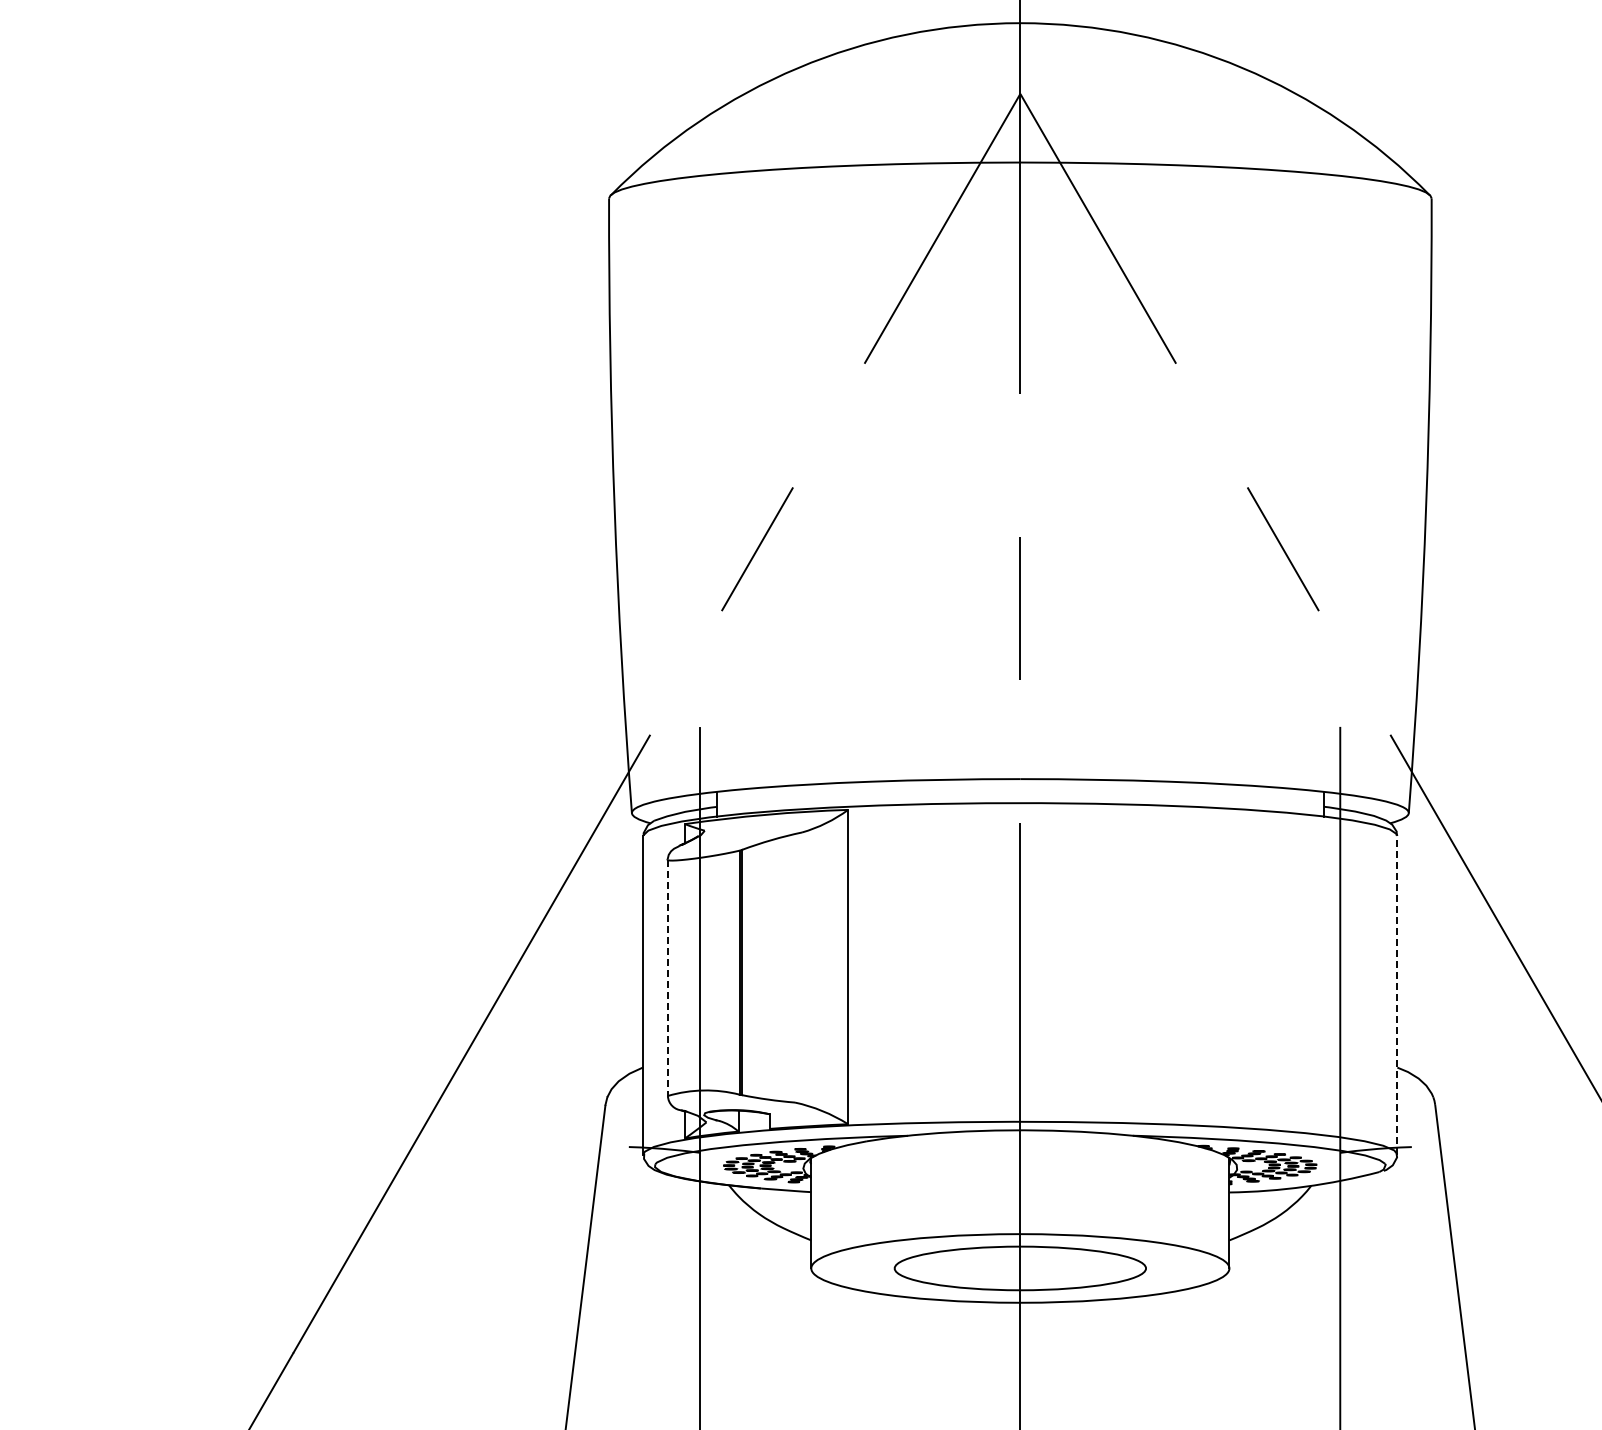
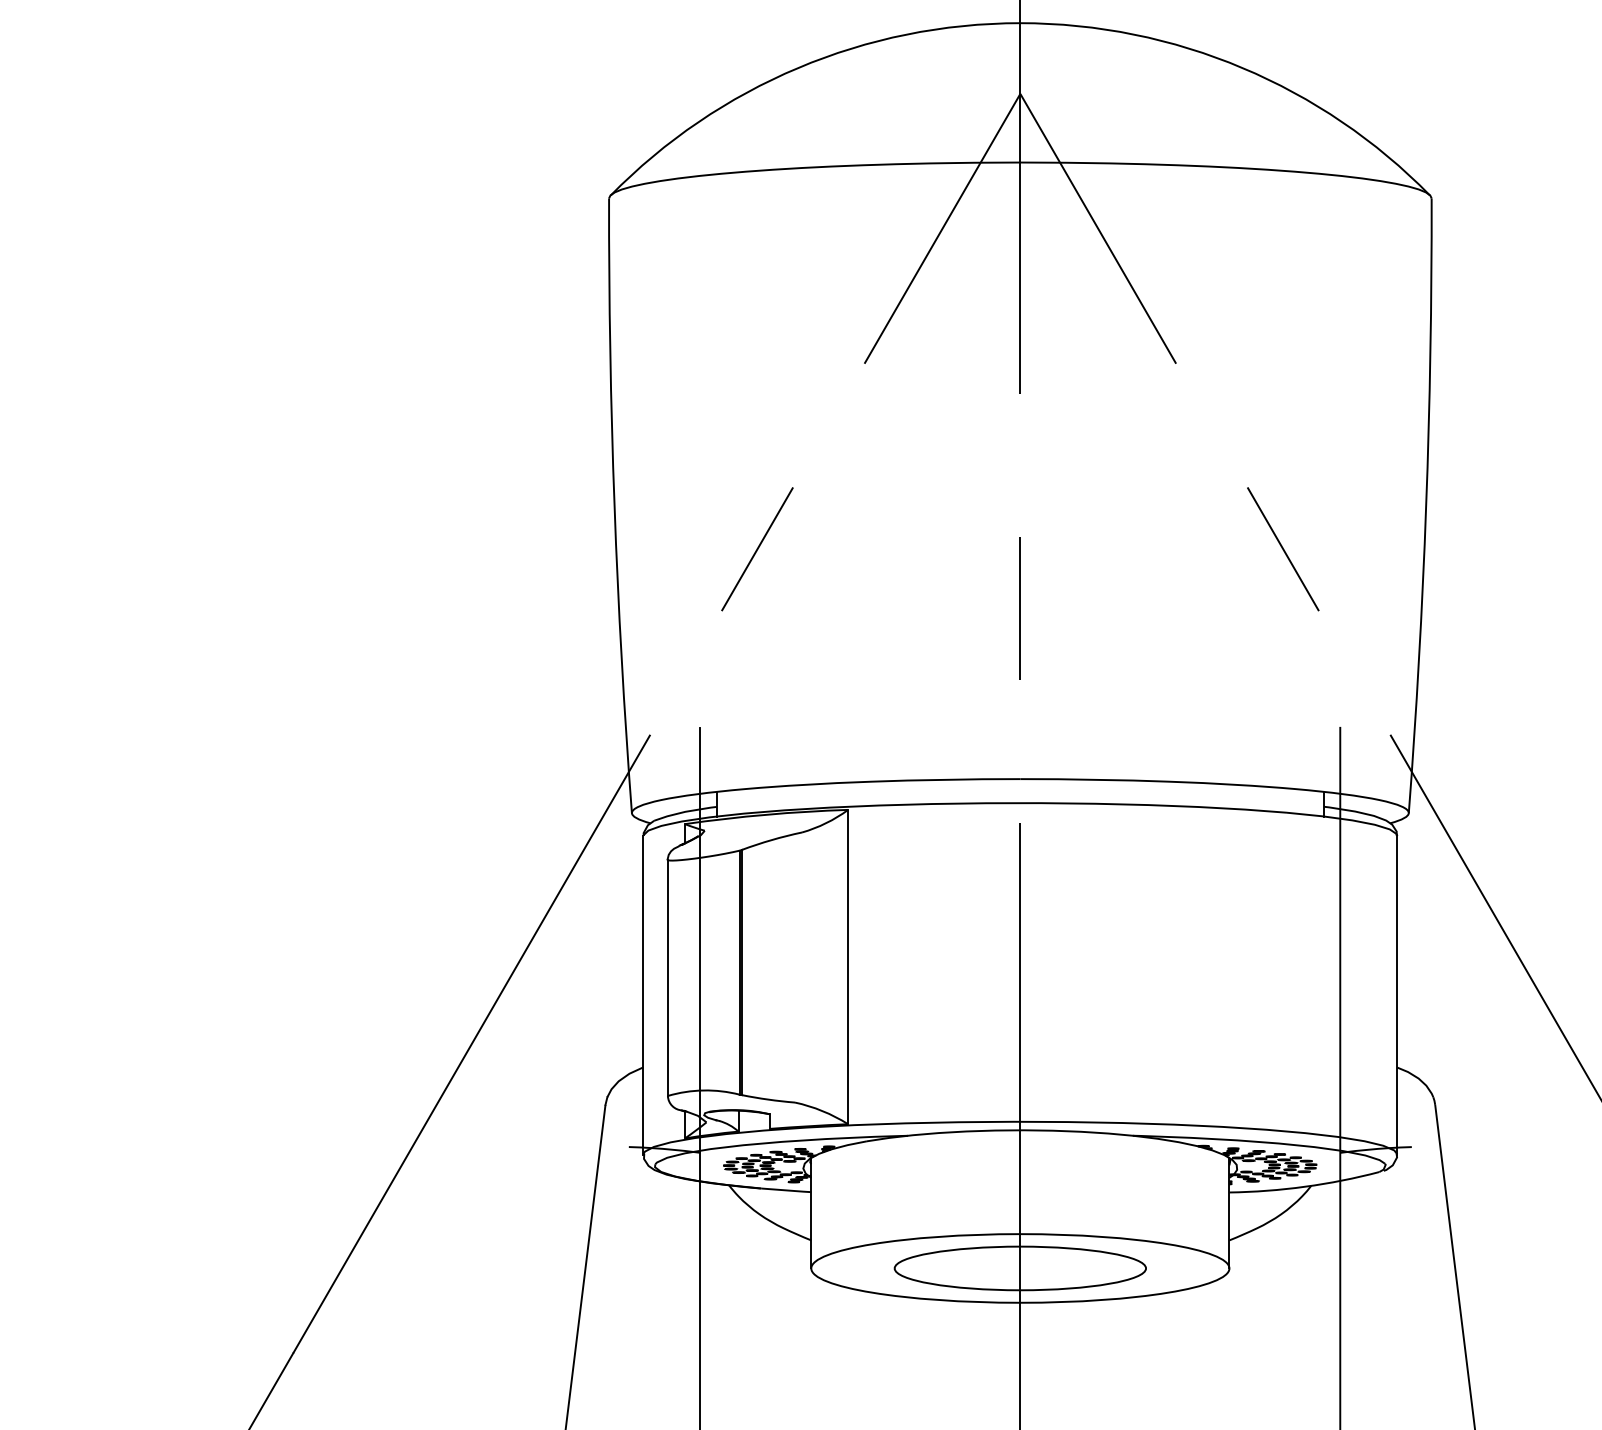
line at (667, 978): dashed -> solid
line at (1397, 994): dashed -> solid
